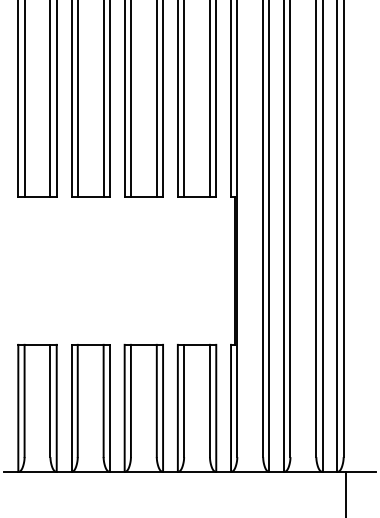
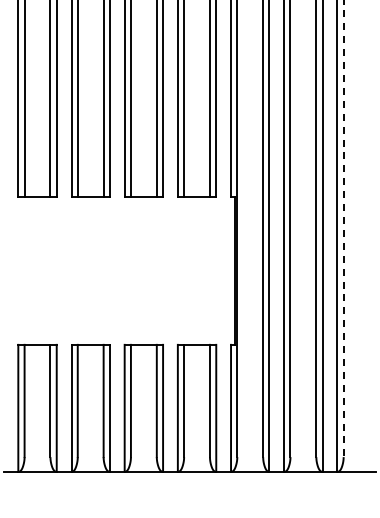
line at (343, 229): solid -> dashed
line at (346, 492): present -> none
